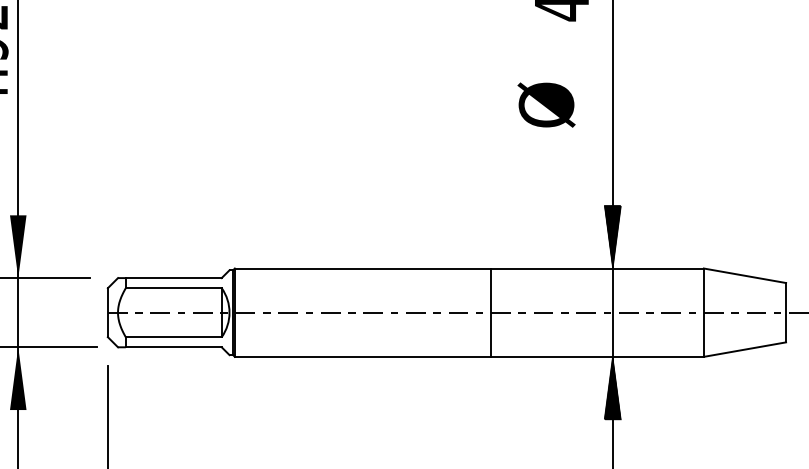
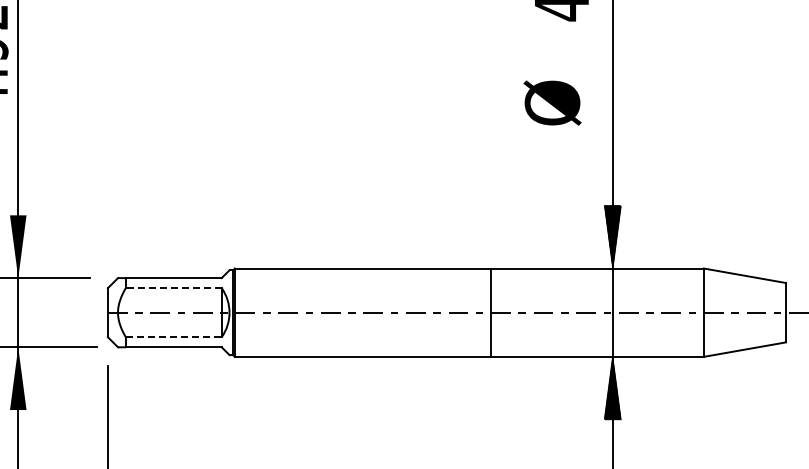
text at (546, 104) position: (546, 104) -> (552, 102)
line at (173, 288): solid -> dashed
line at (173, 337): solid -> dashed
